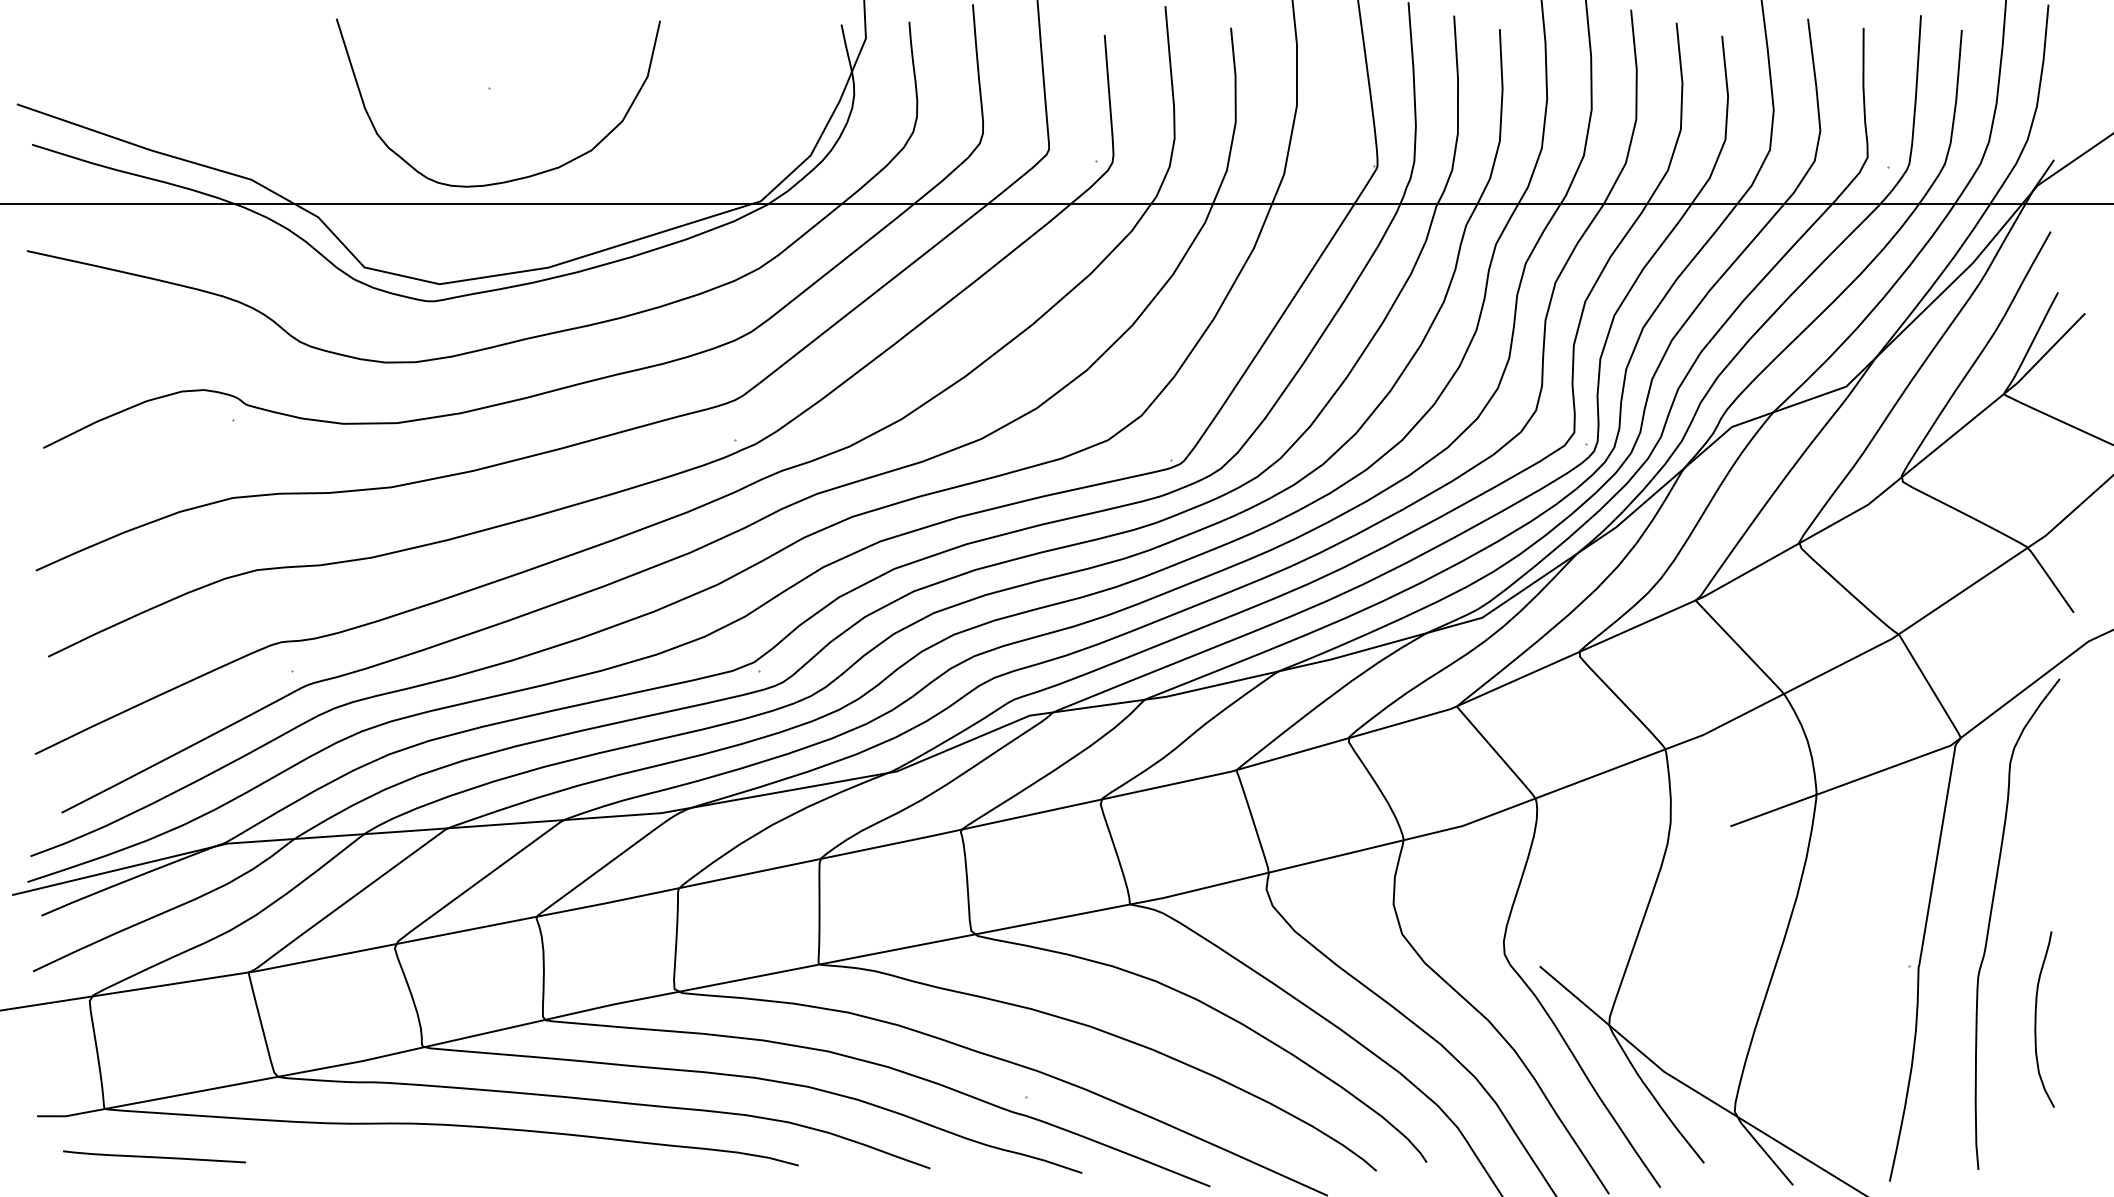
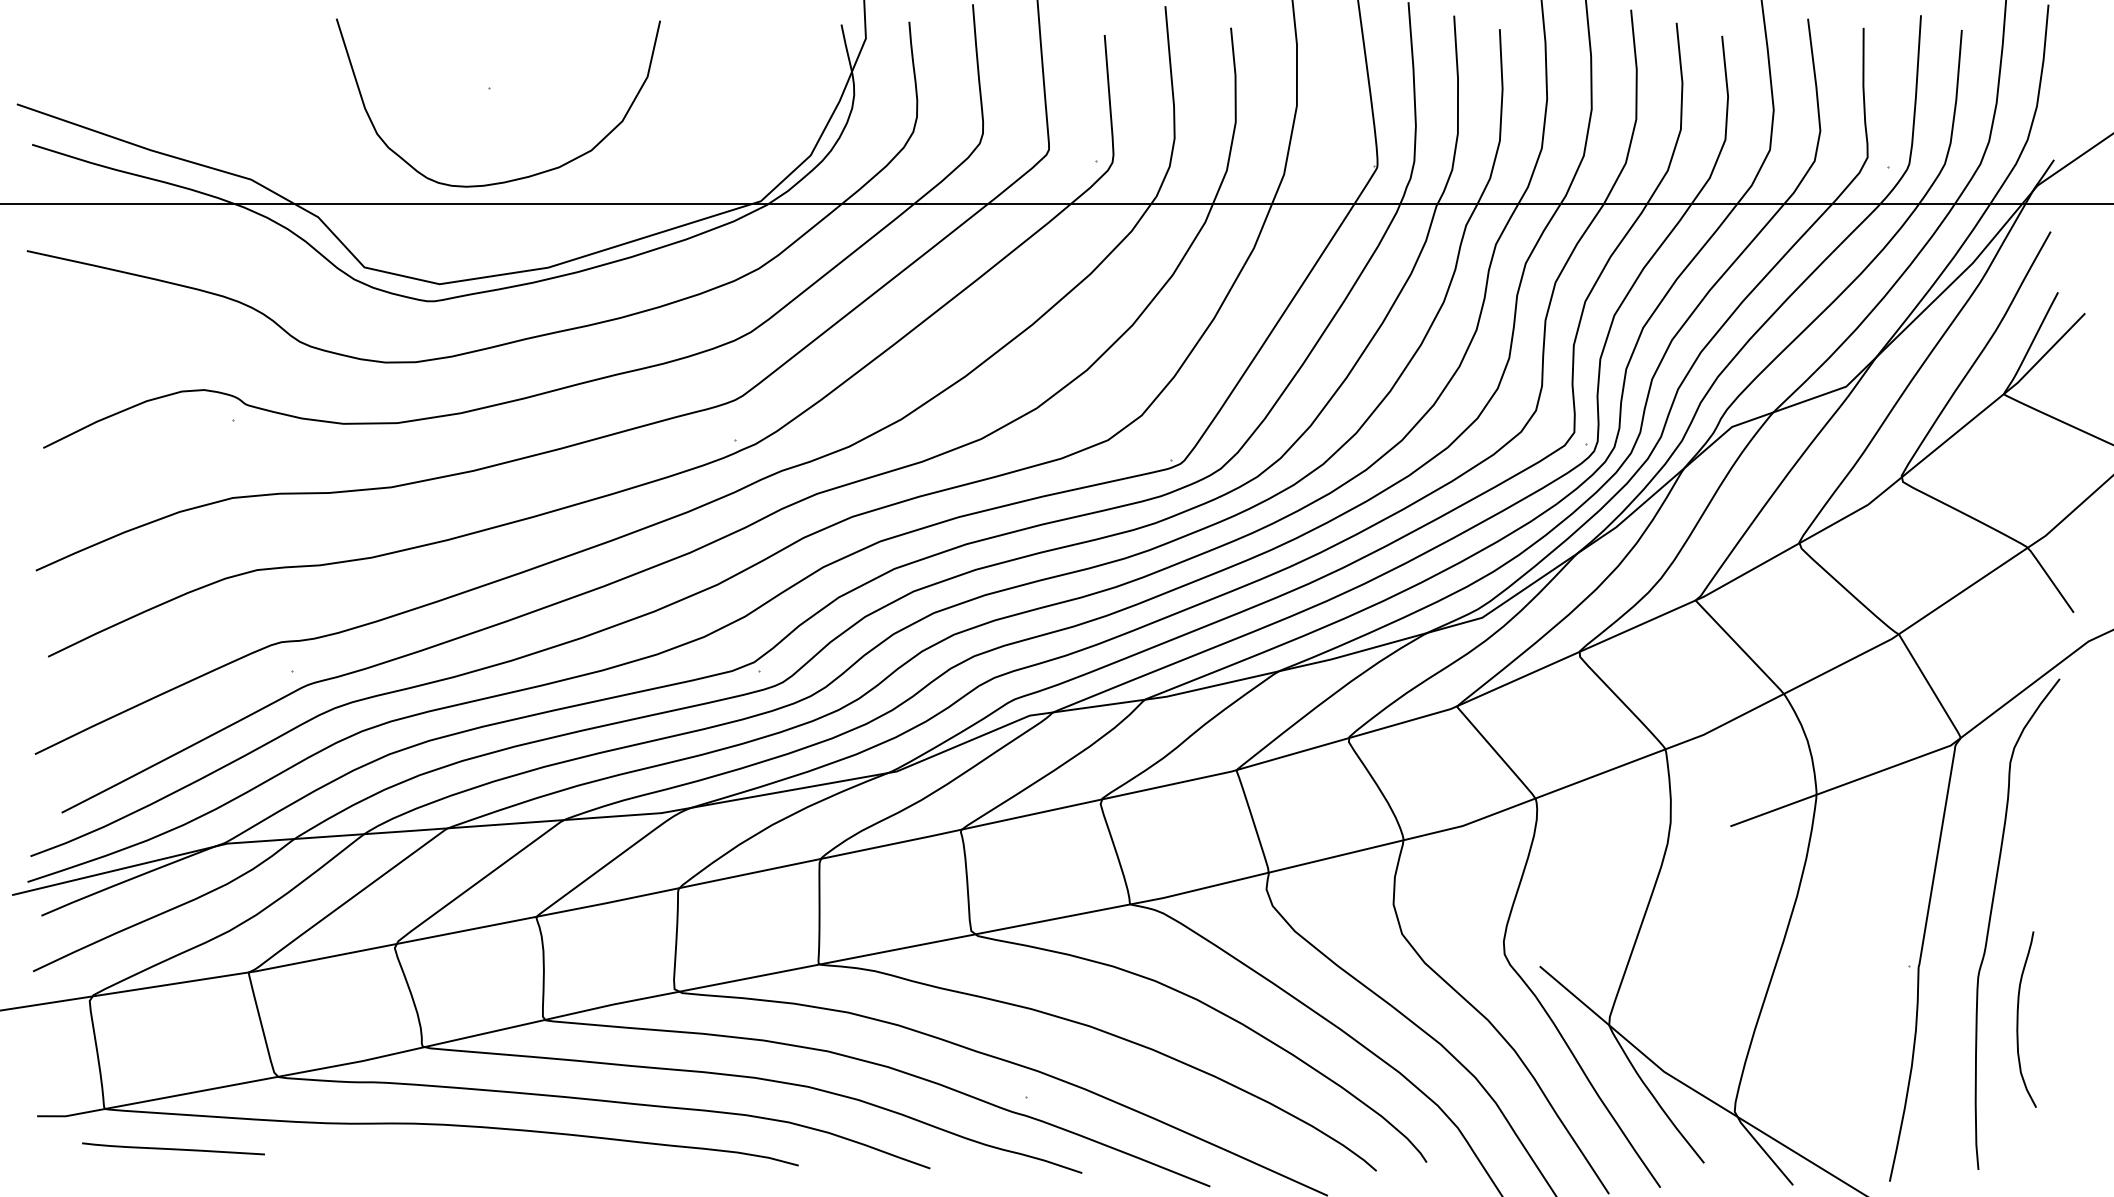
curve at (2036, 1019) position: (2036, 1019) -> (2018, 1019)
curve at (154, 1156) position: (154, 1156) -> (173, 1148)
